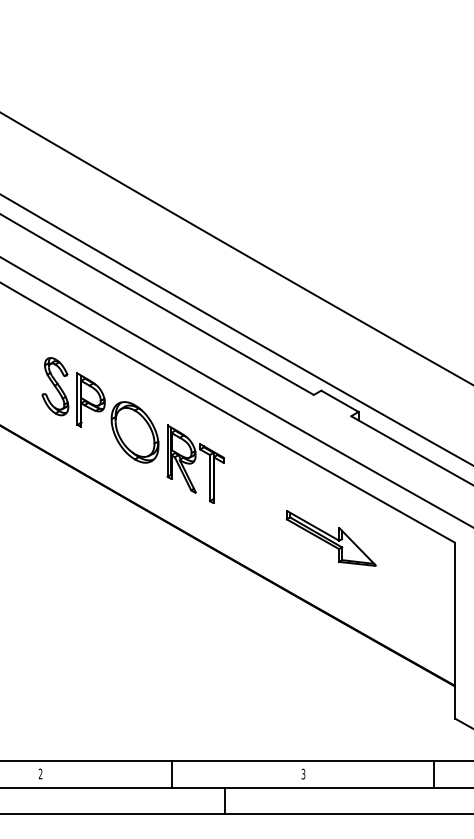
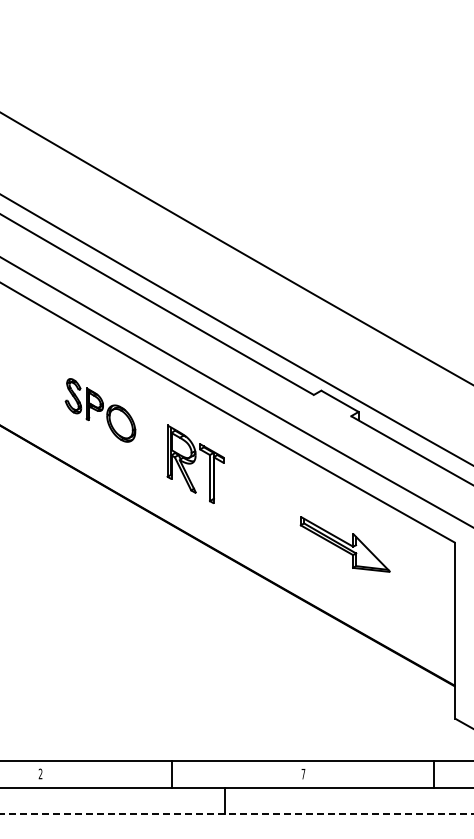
part at (100, 410) size: 119x107 px -> 73x65 px
part at (330, 538) position: (330, 538) -> (344, 544)
text at (303, 773): 3 -> 7
line at (237, 813): solid -> dashed
